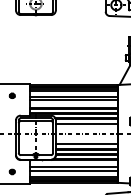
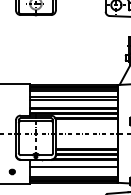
part at (11, 95): present -> none
line at (86, 123): present -> none
line at (86, 144): present -> none
line at (73, 171): present -> none
